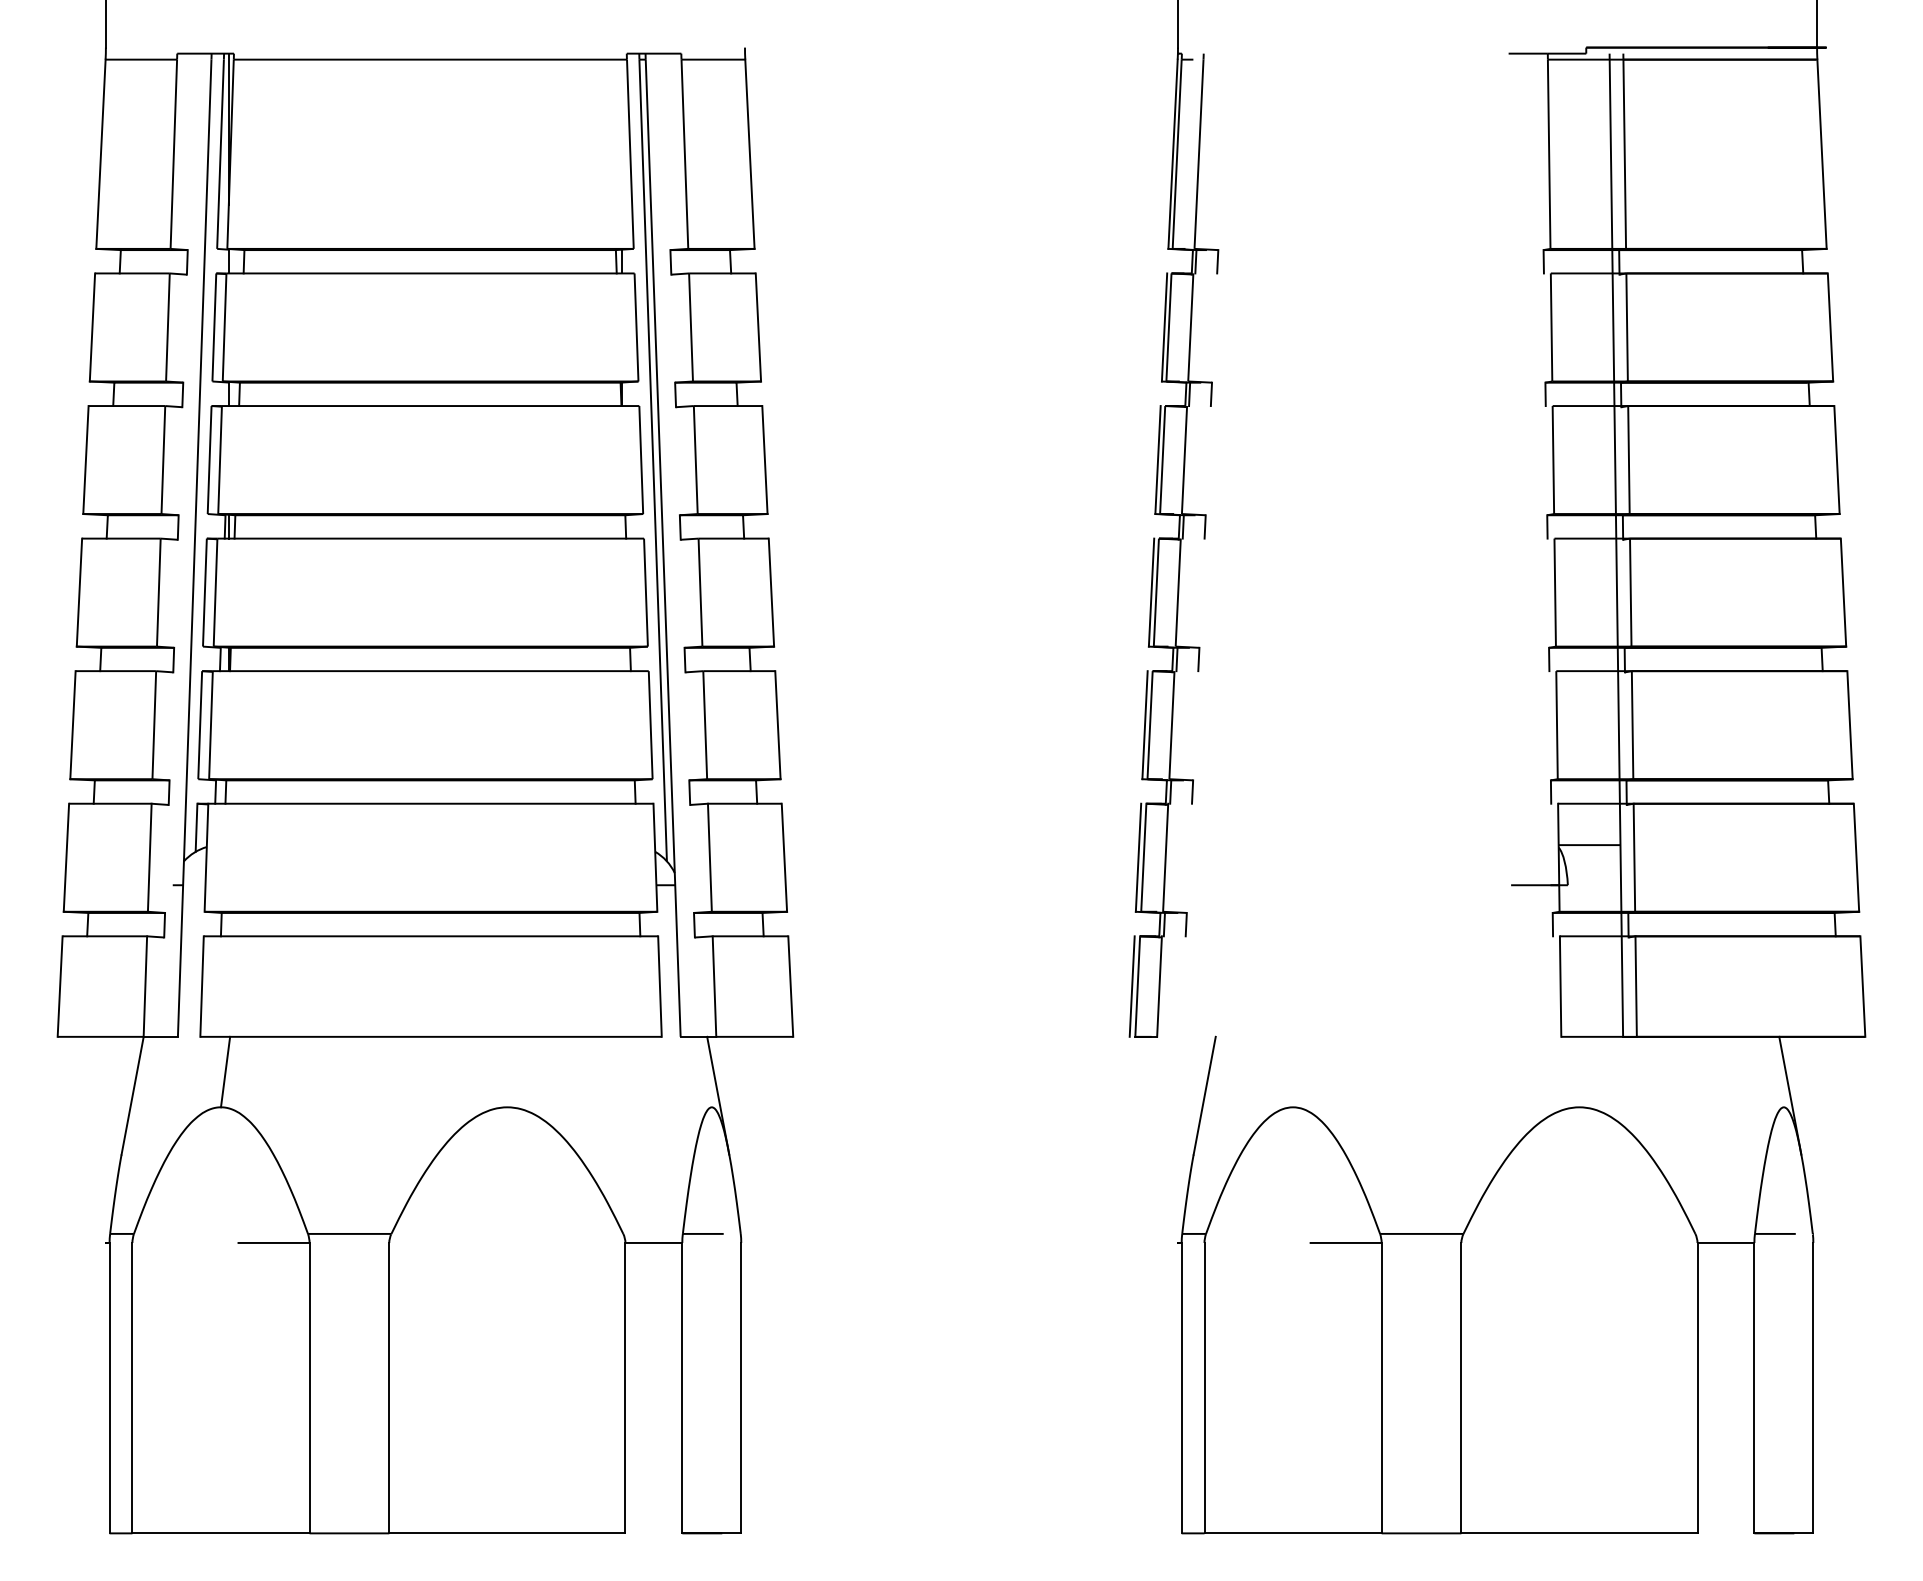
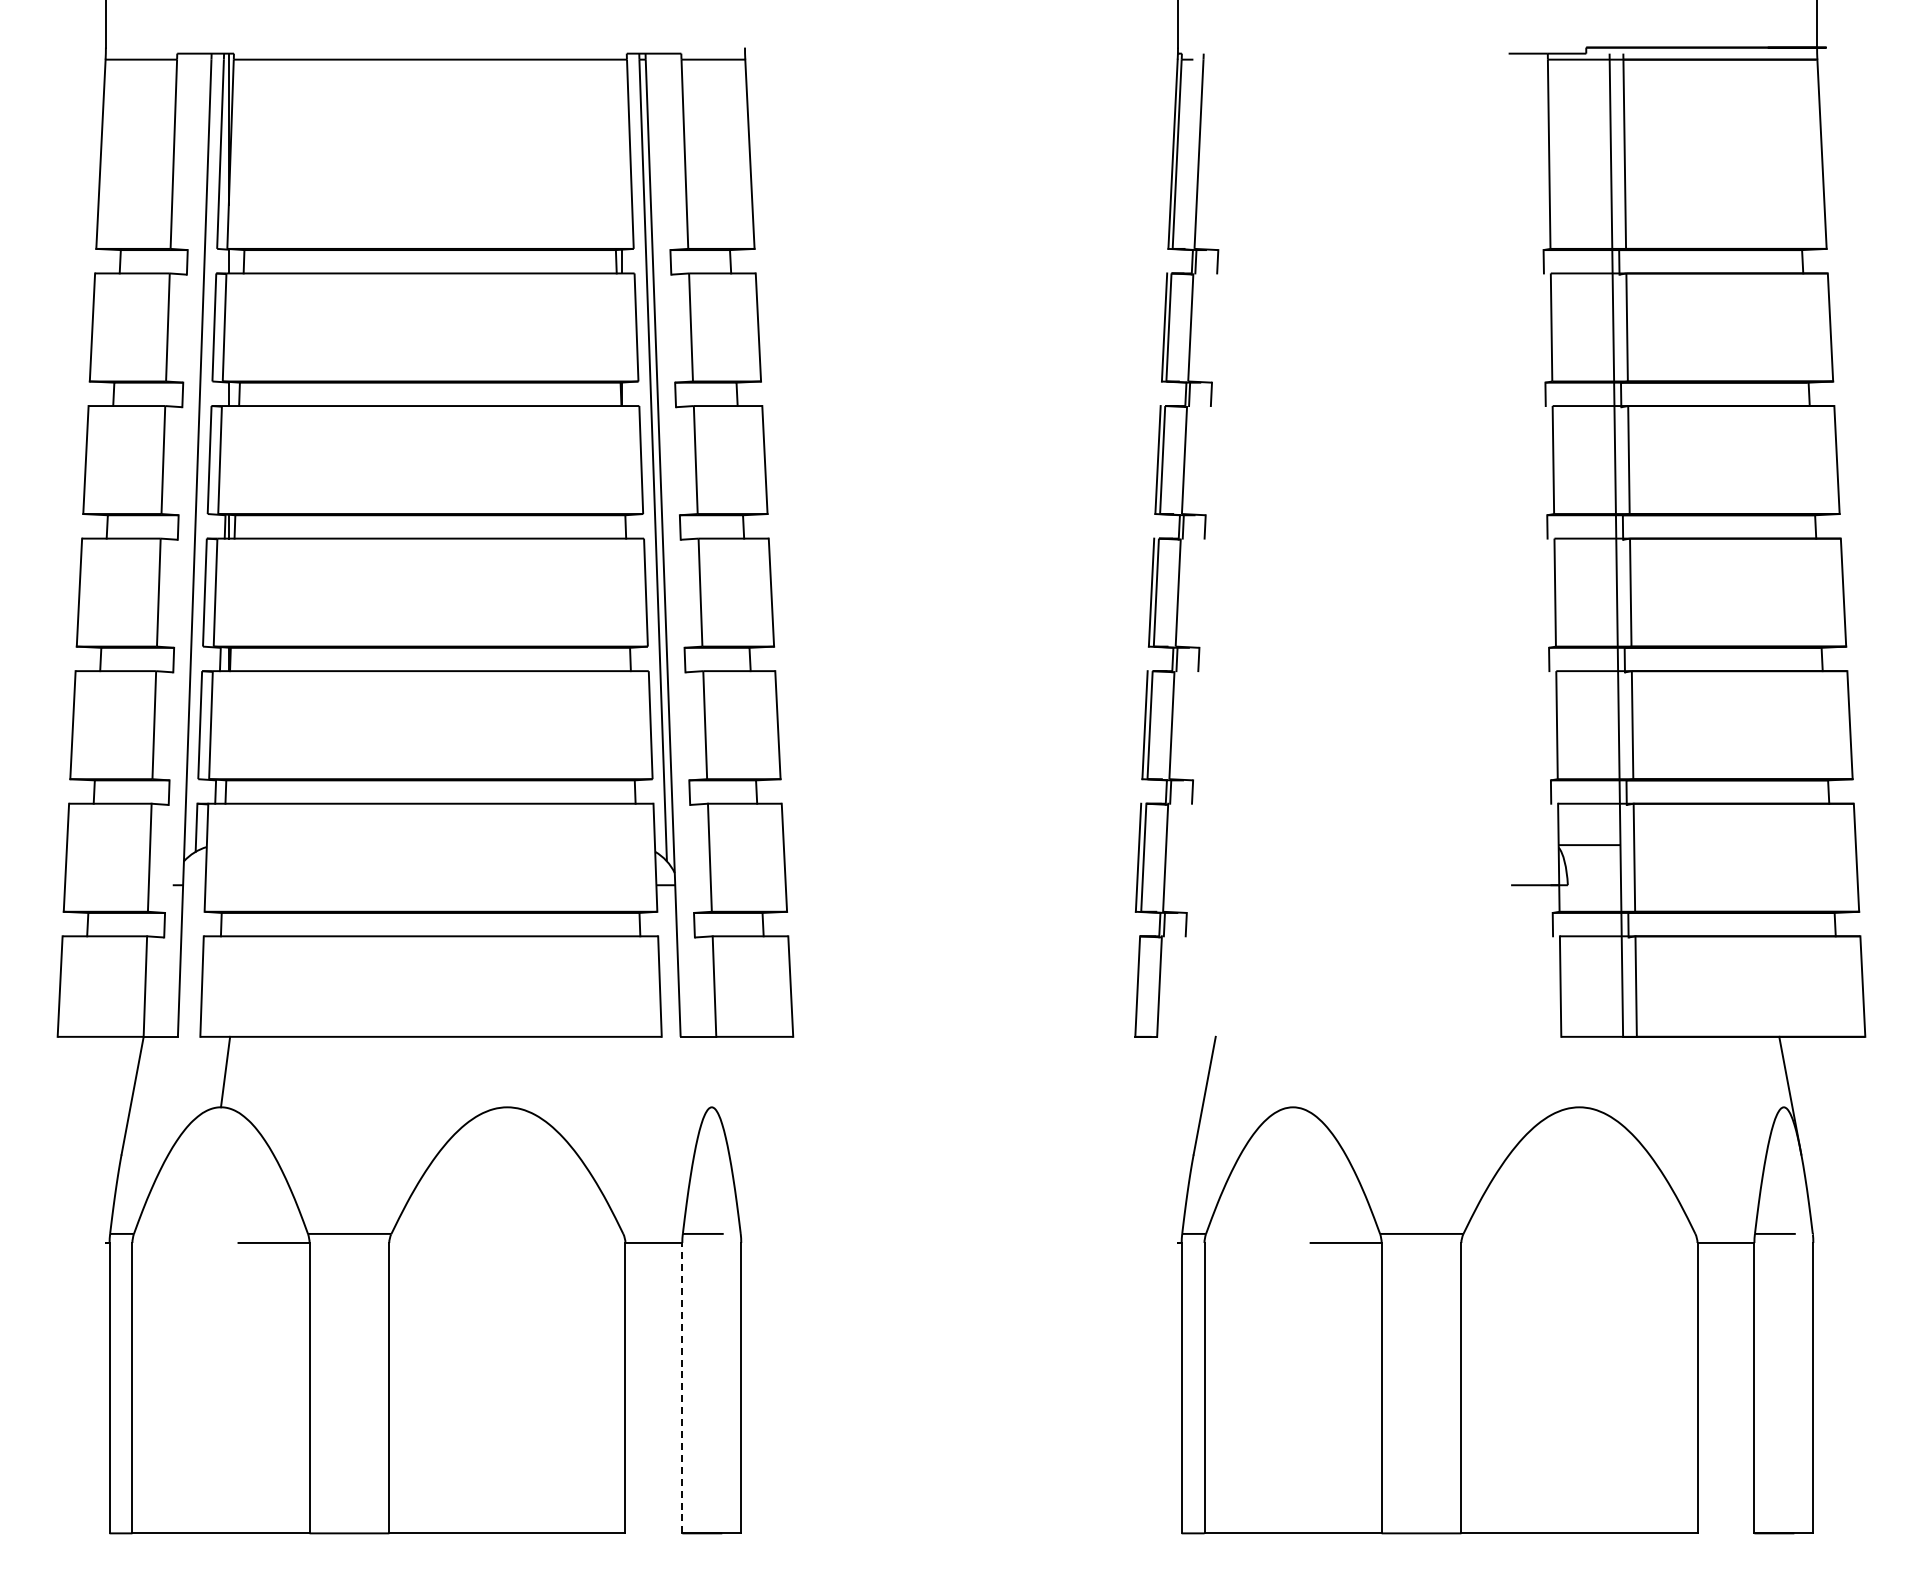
line at (1131, 986): present -> none
line at (718, 1095): present -> none
line at (682, 1387): solid -> dashed
